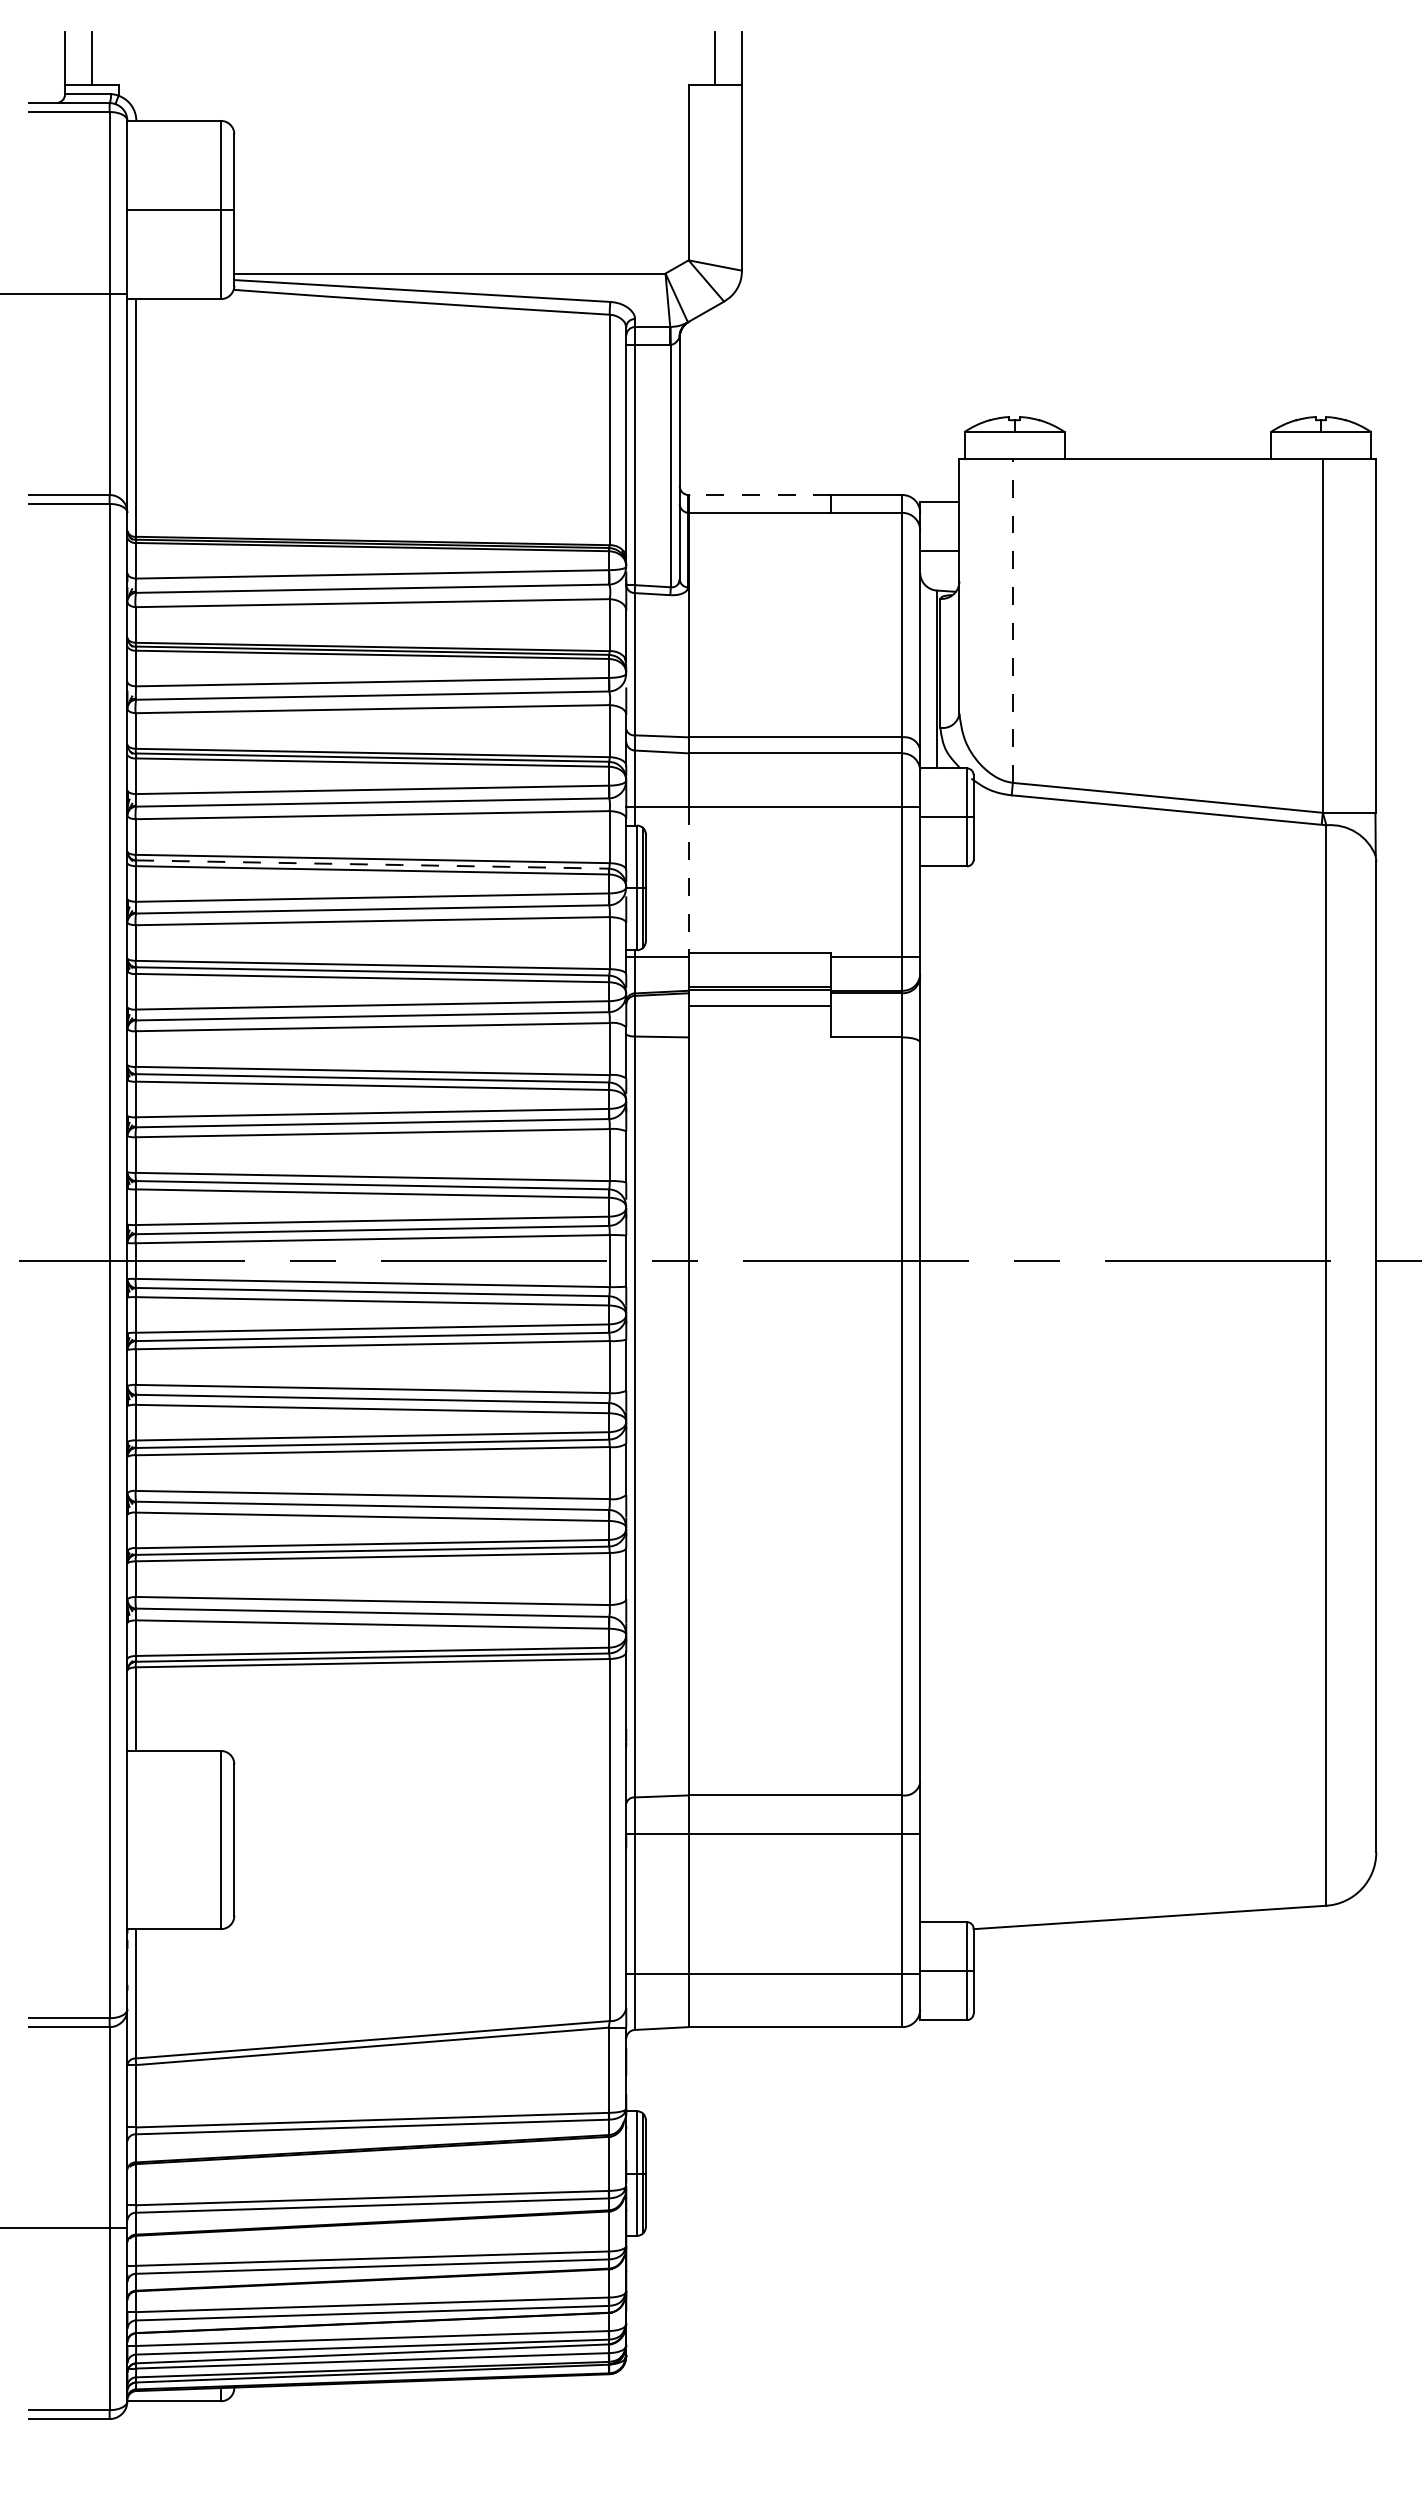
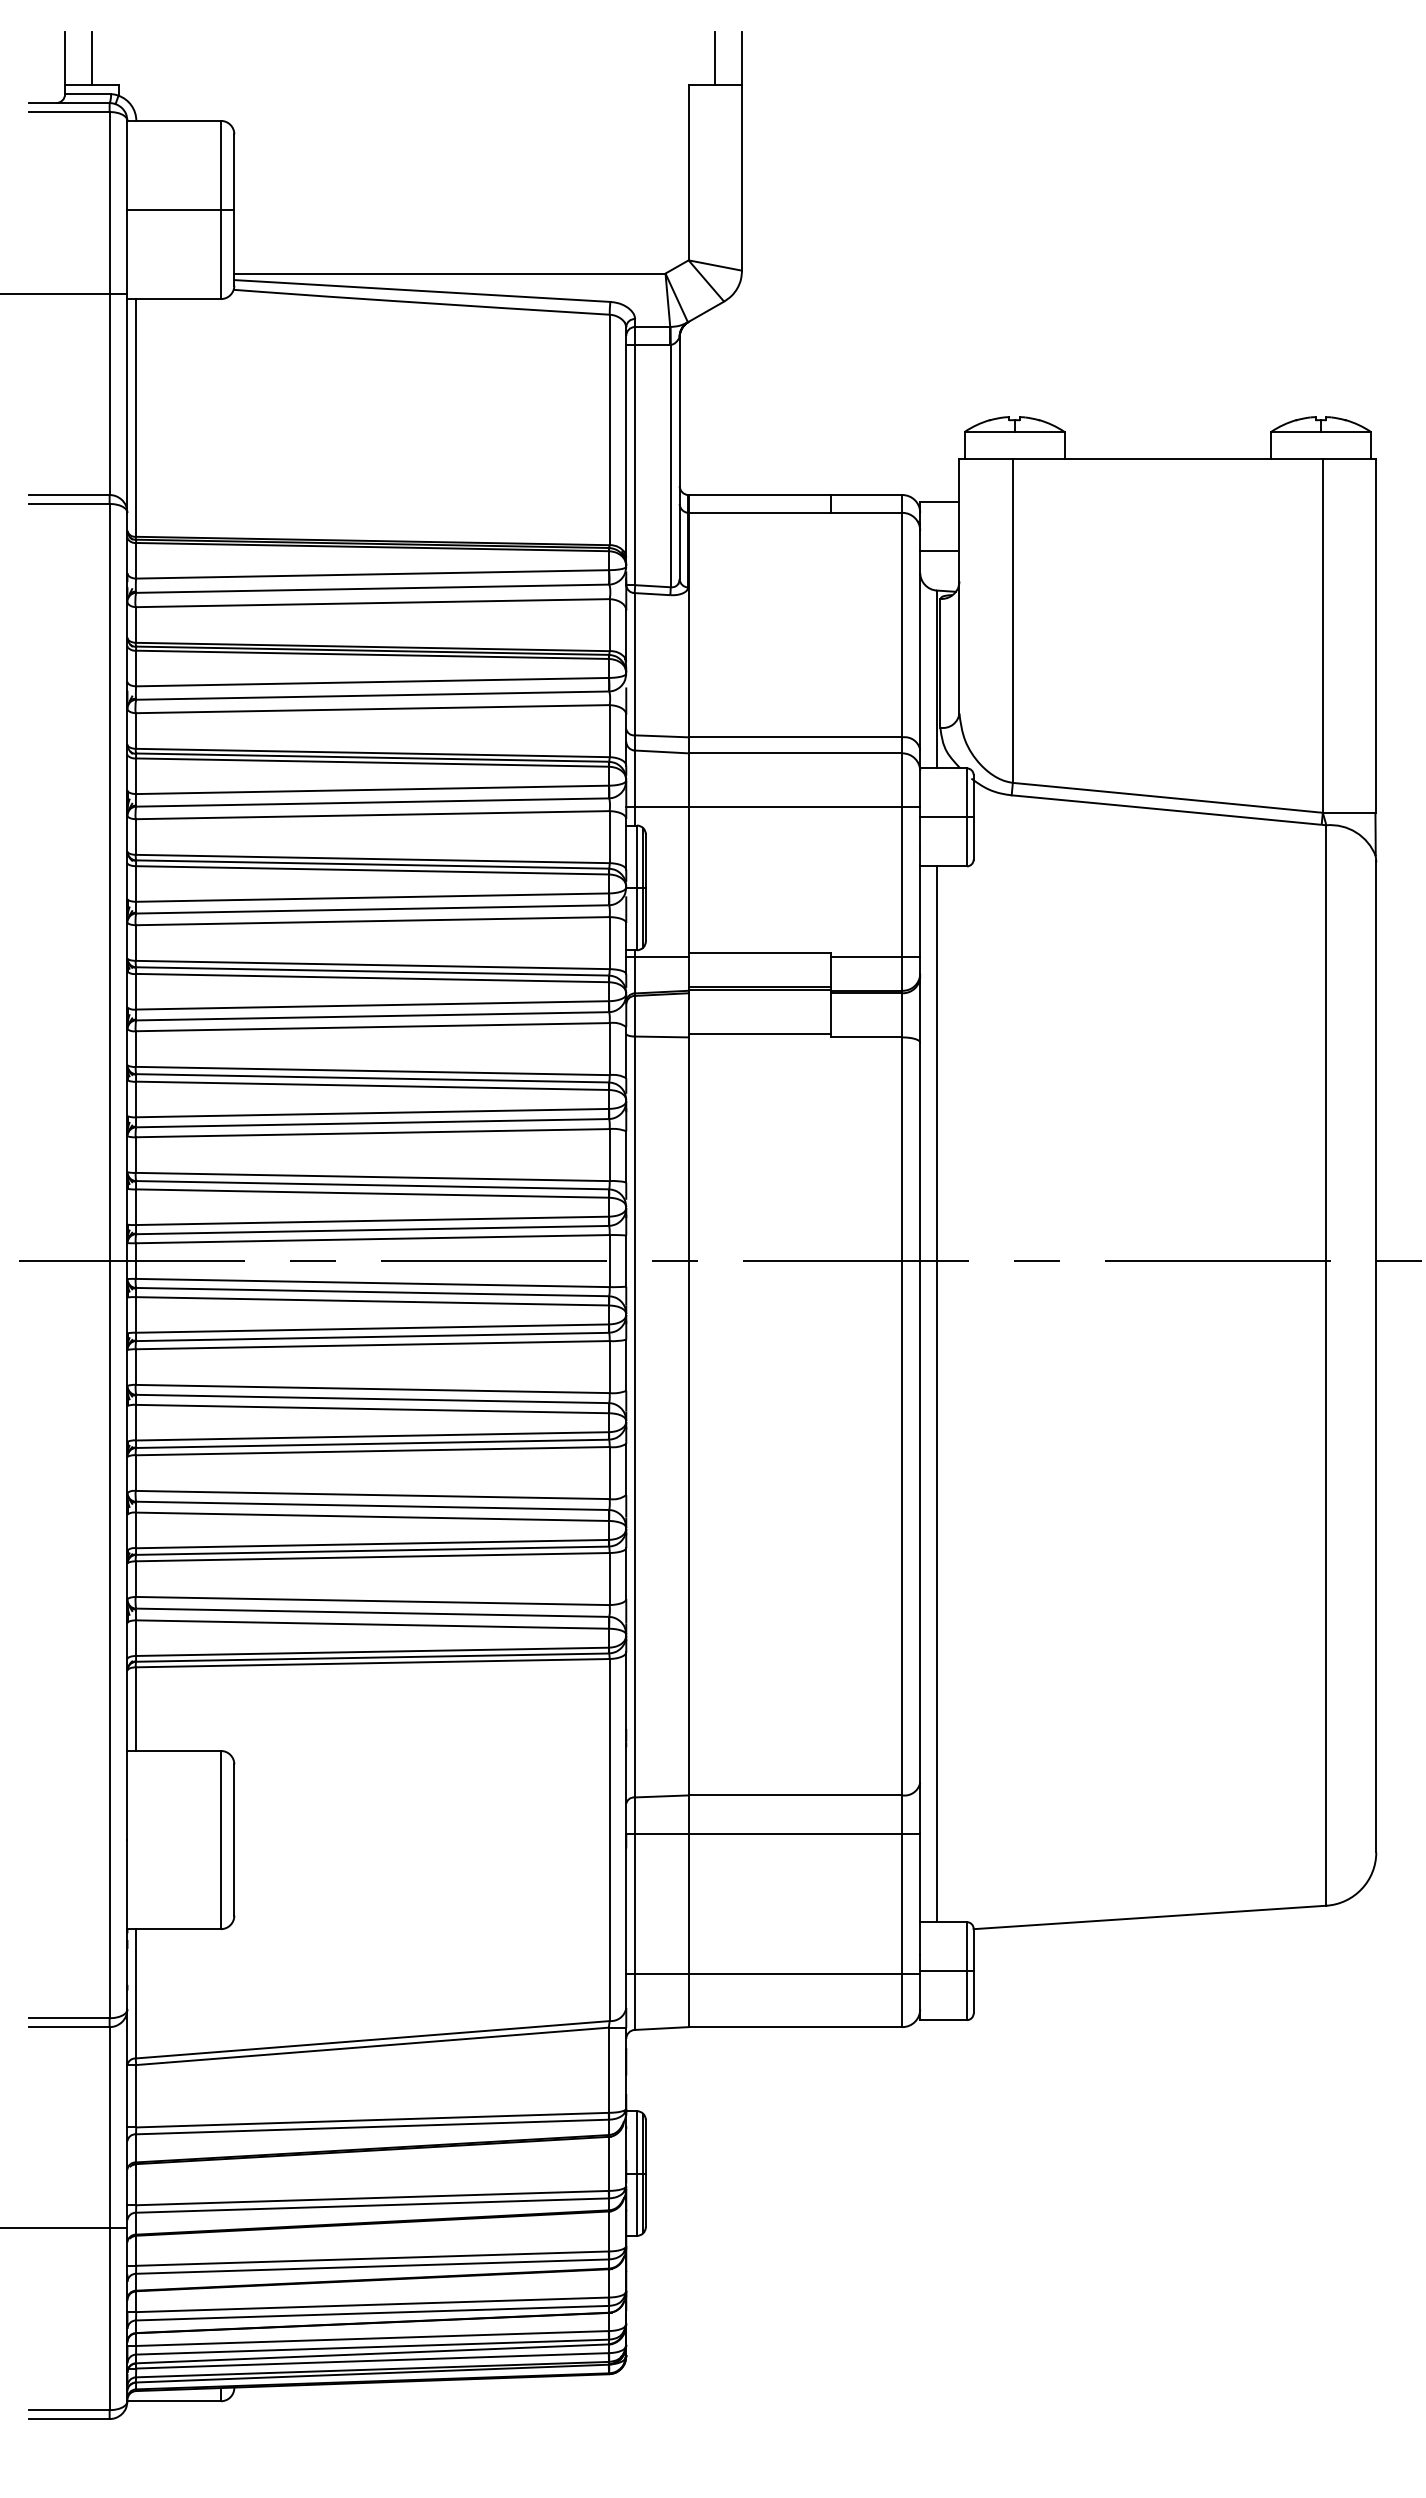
line at (759, 495): dashed -> solid
line at (1012, 621): dashed -> solid
line at (373, 864): dashed -> solid
line at (688, 880): dashed -> solid
line at (759, 1006) position: (759, 1006) -> (759, 1034)
line at (936, 1394): none -> present
